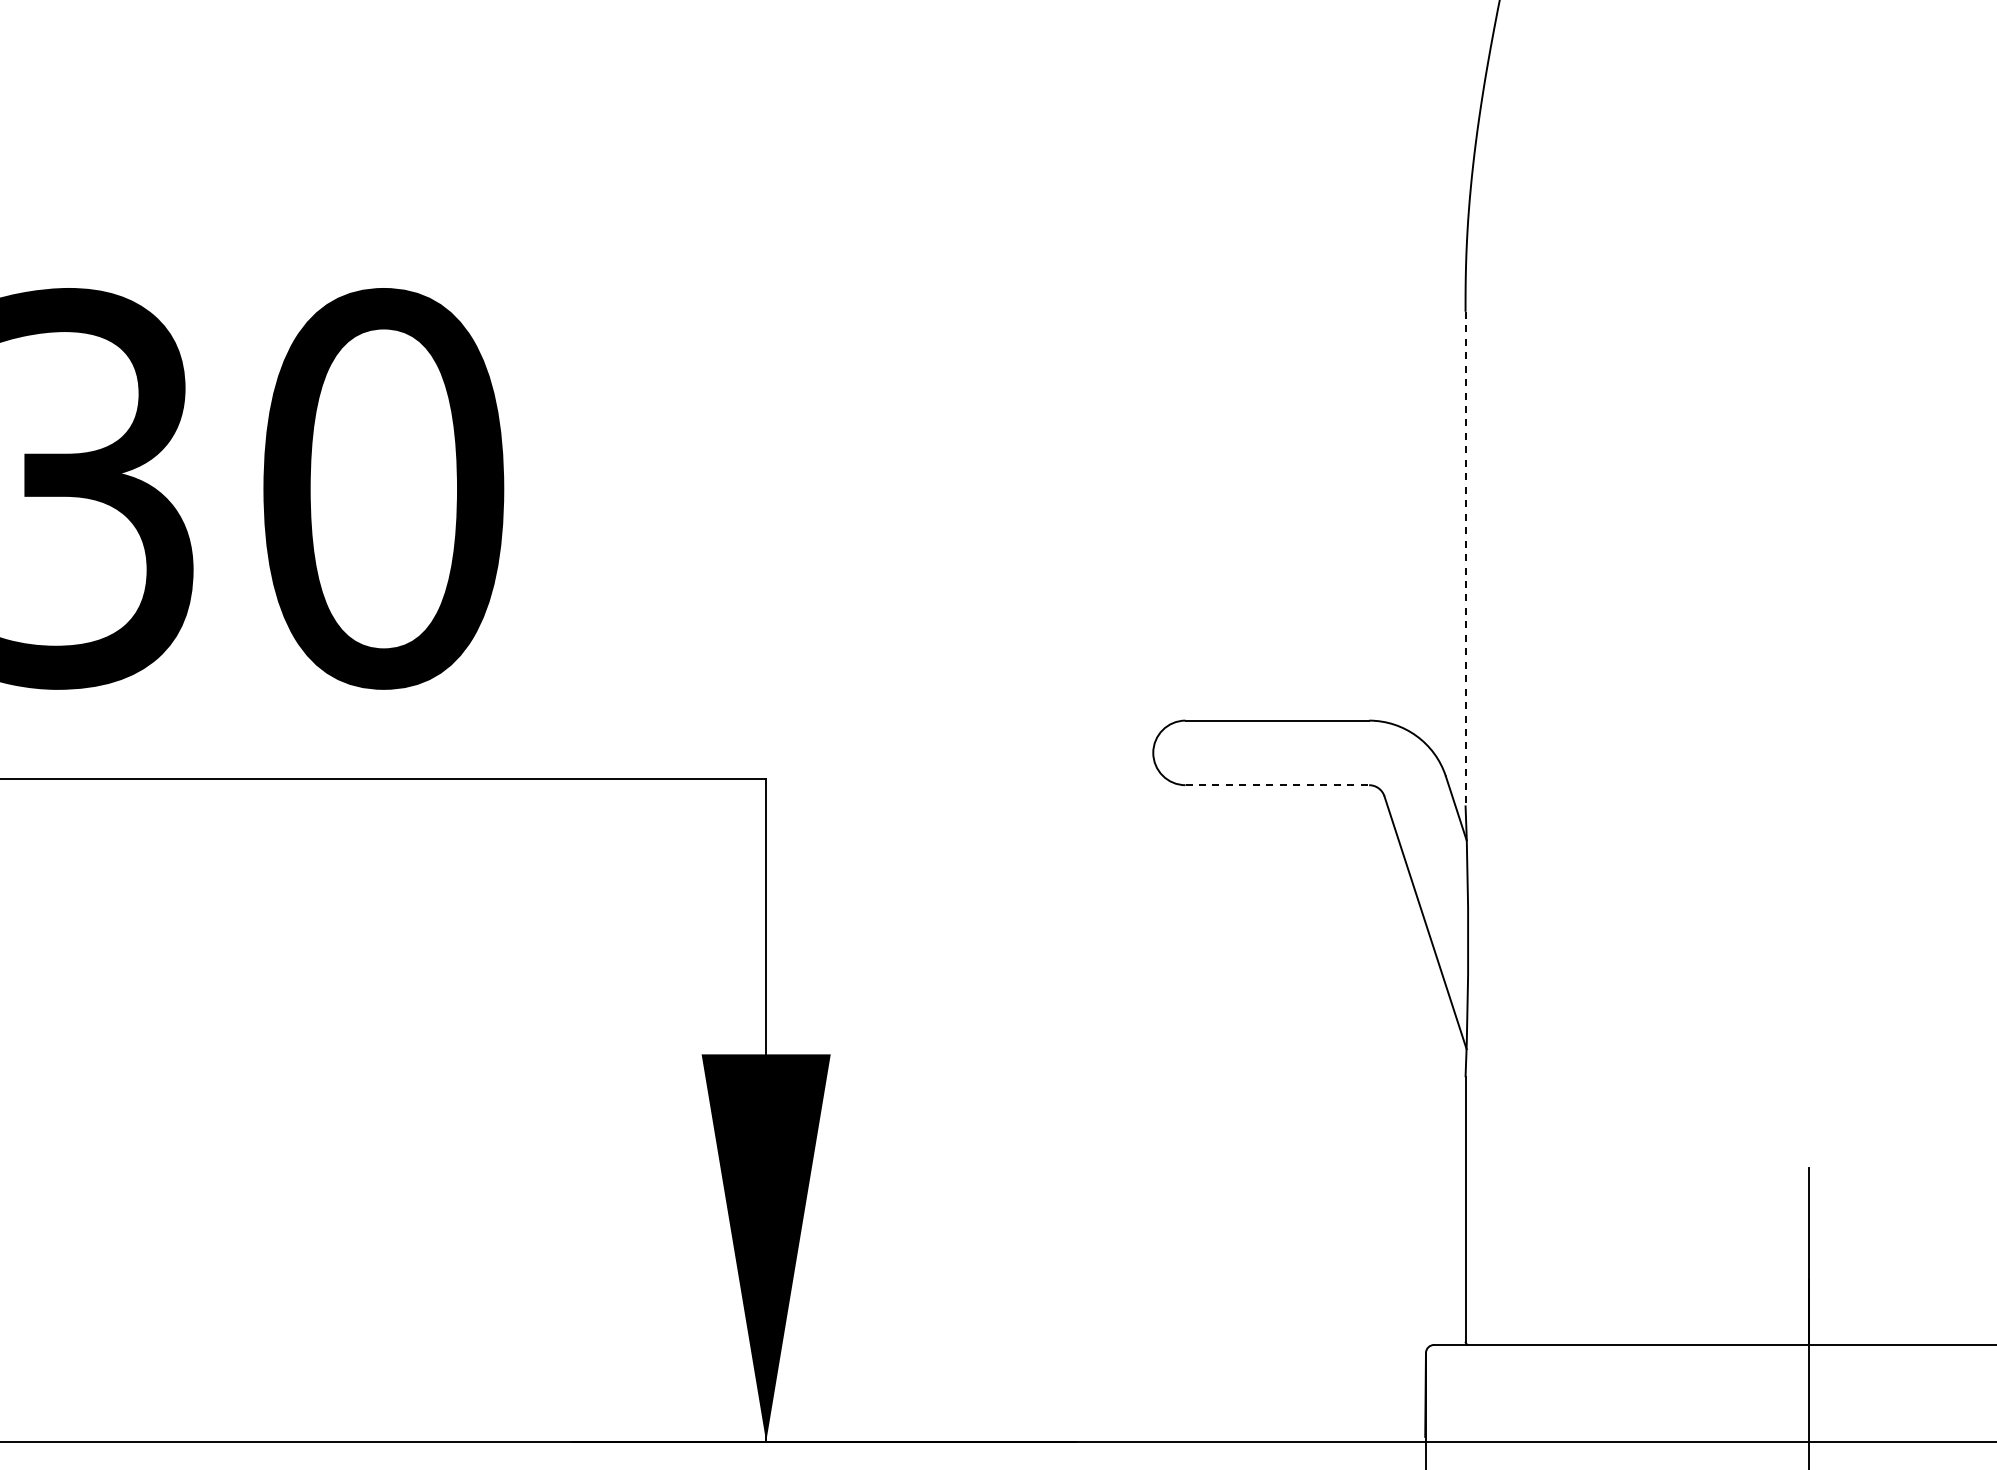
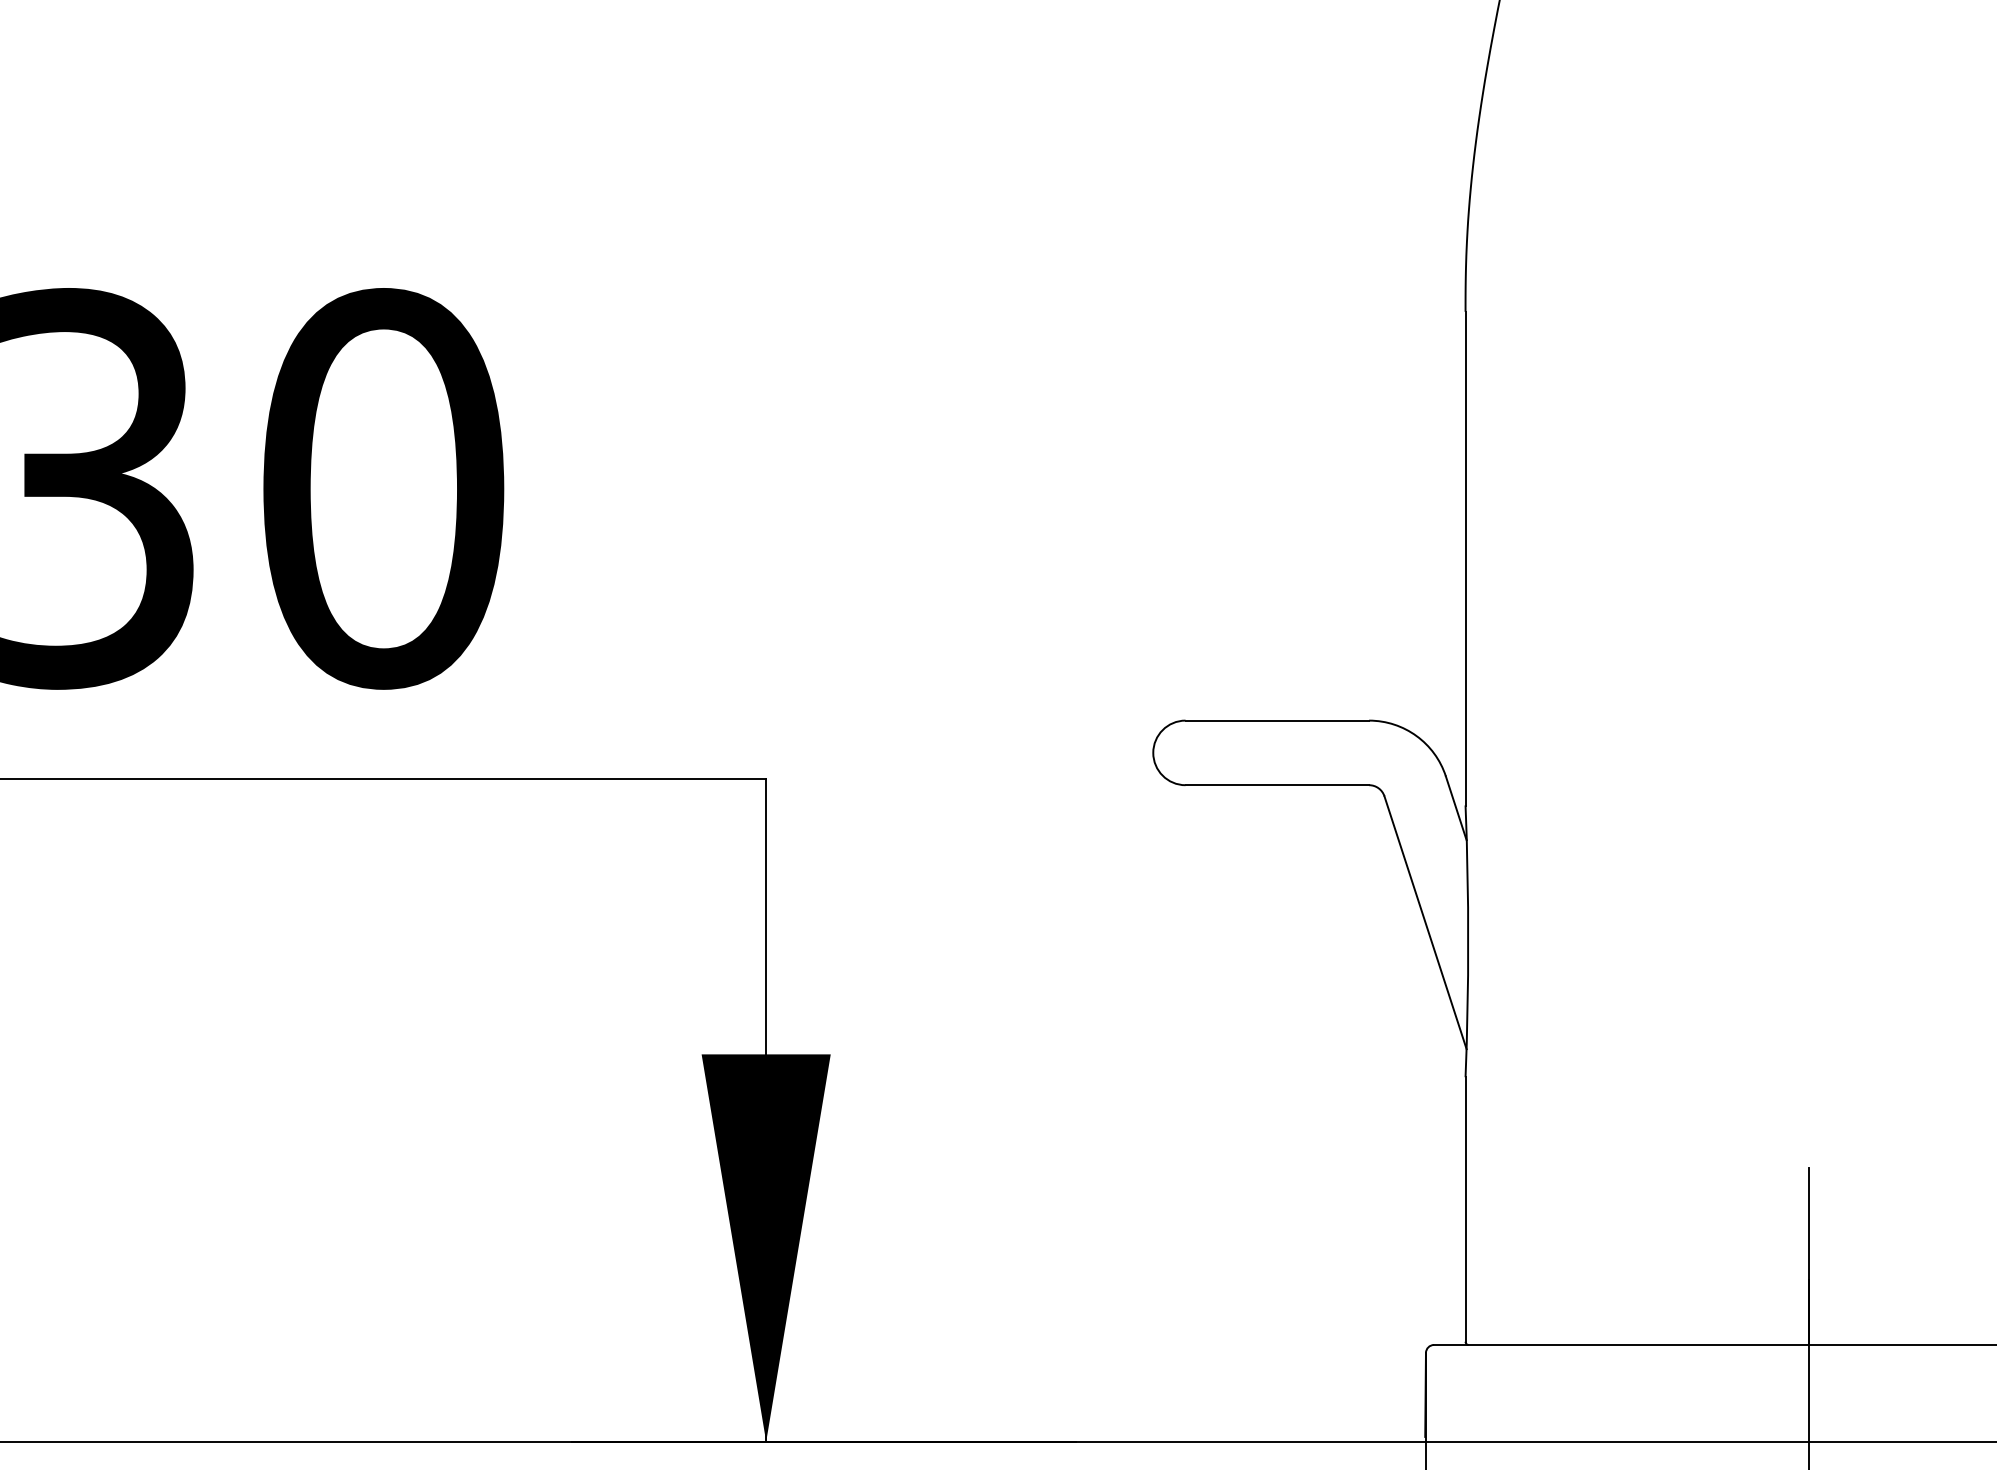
line at (1465, 558): dashed -> solid
line at (1277, 785): dashed -> solid
